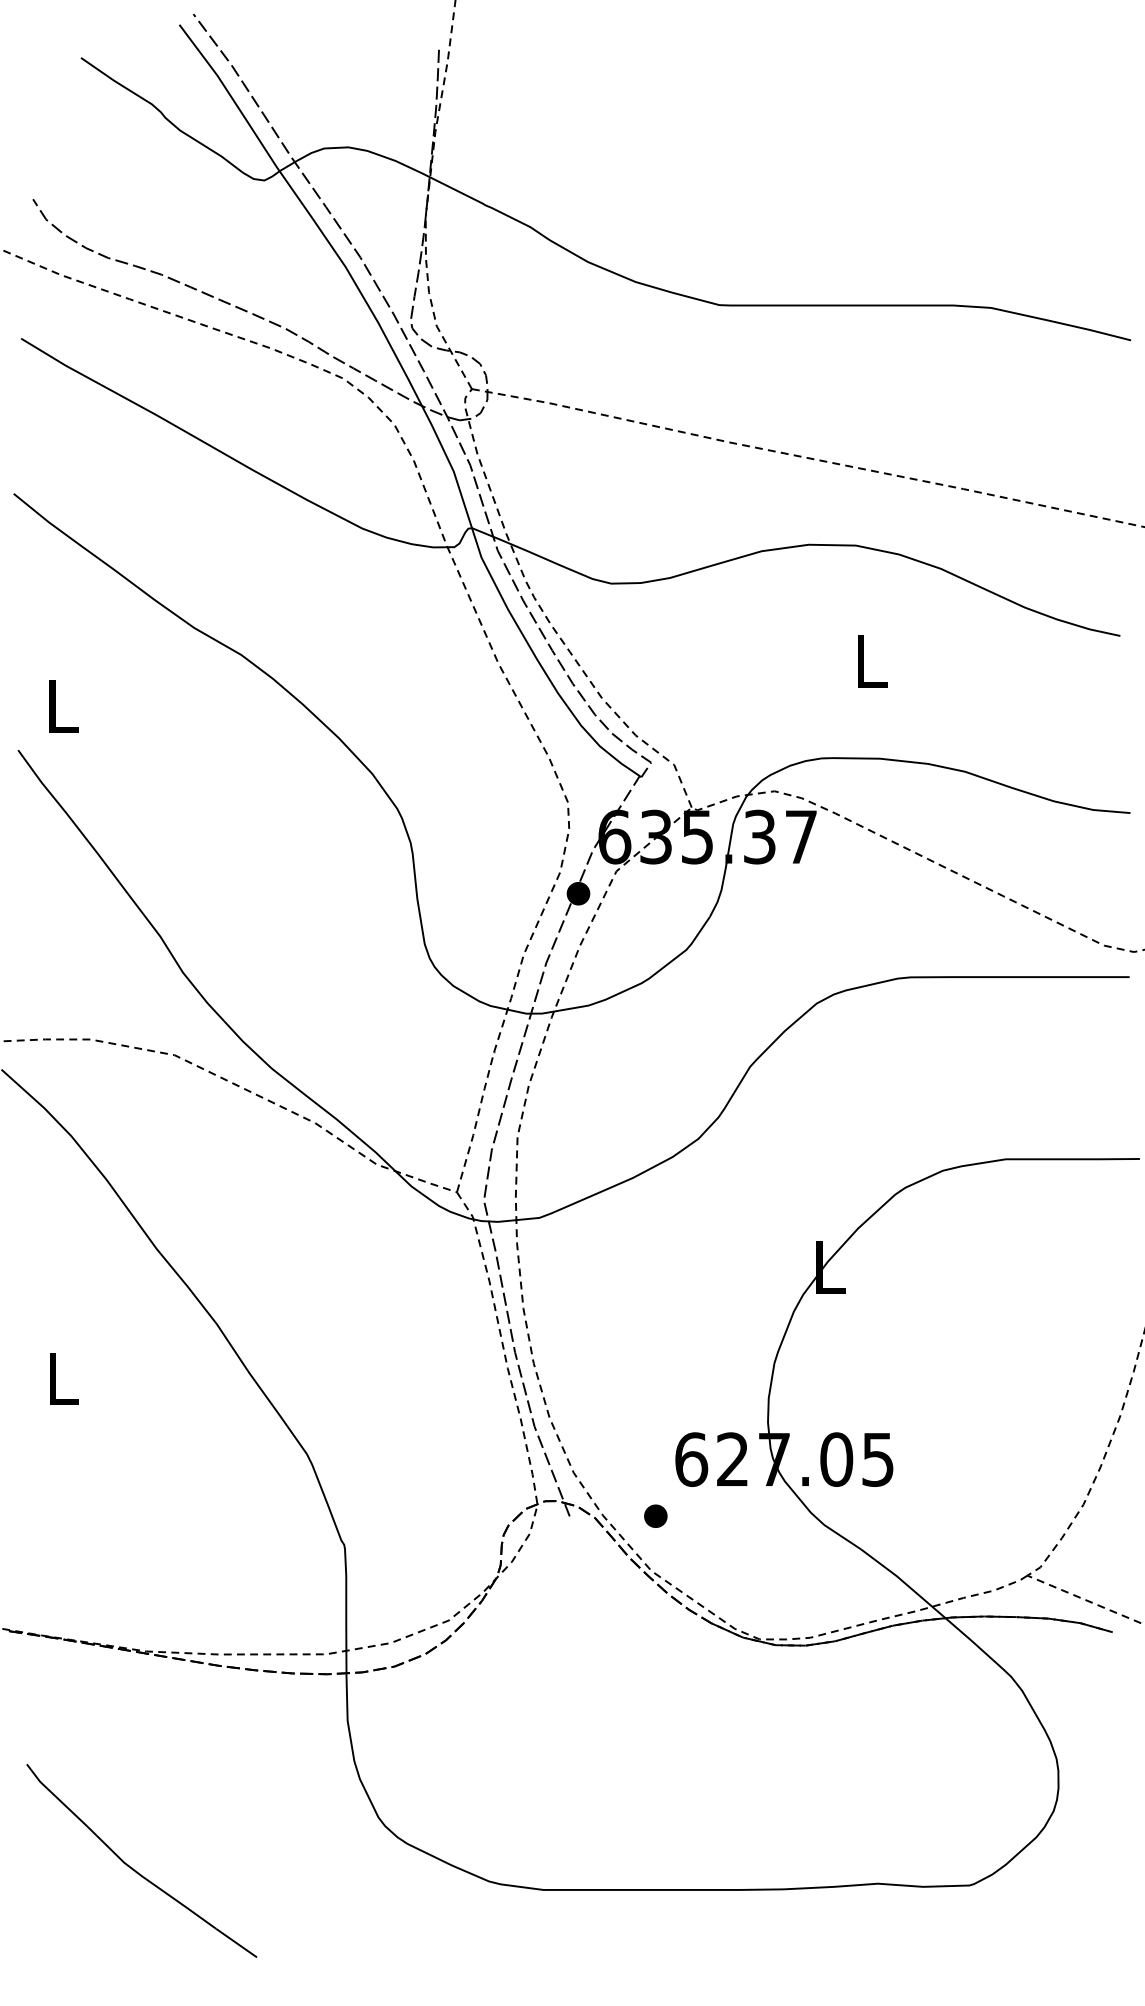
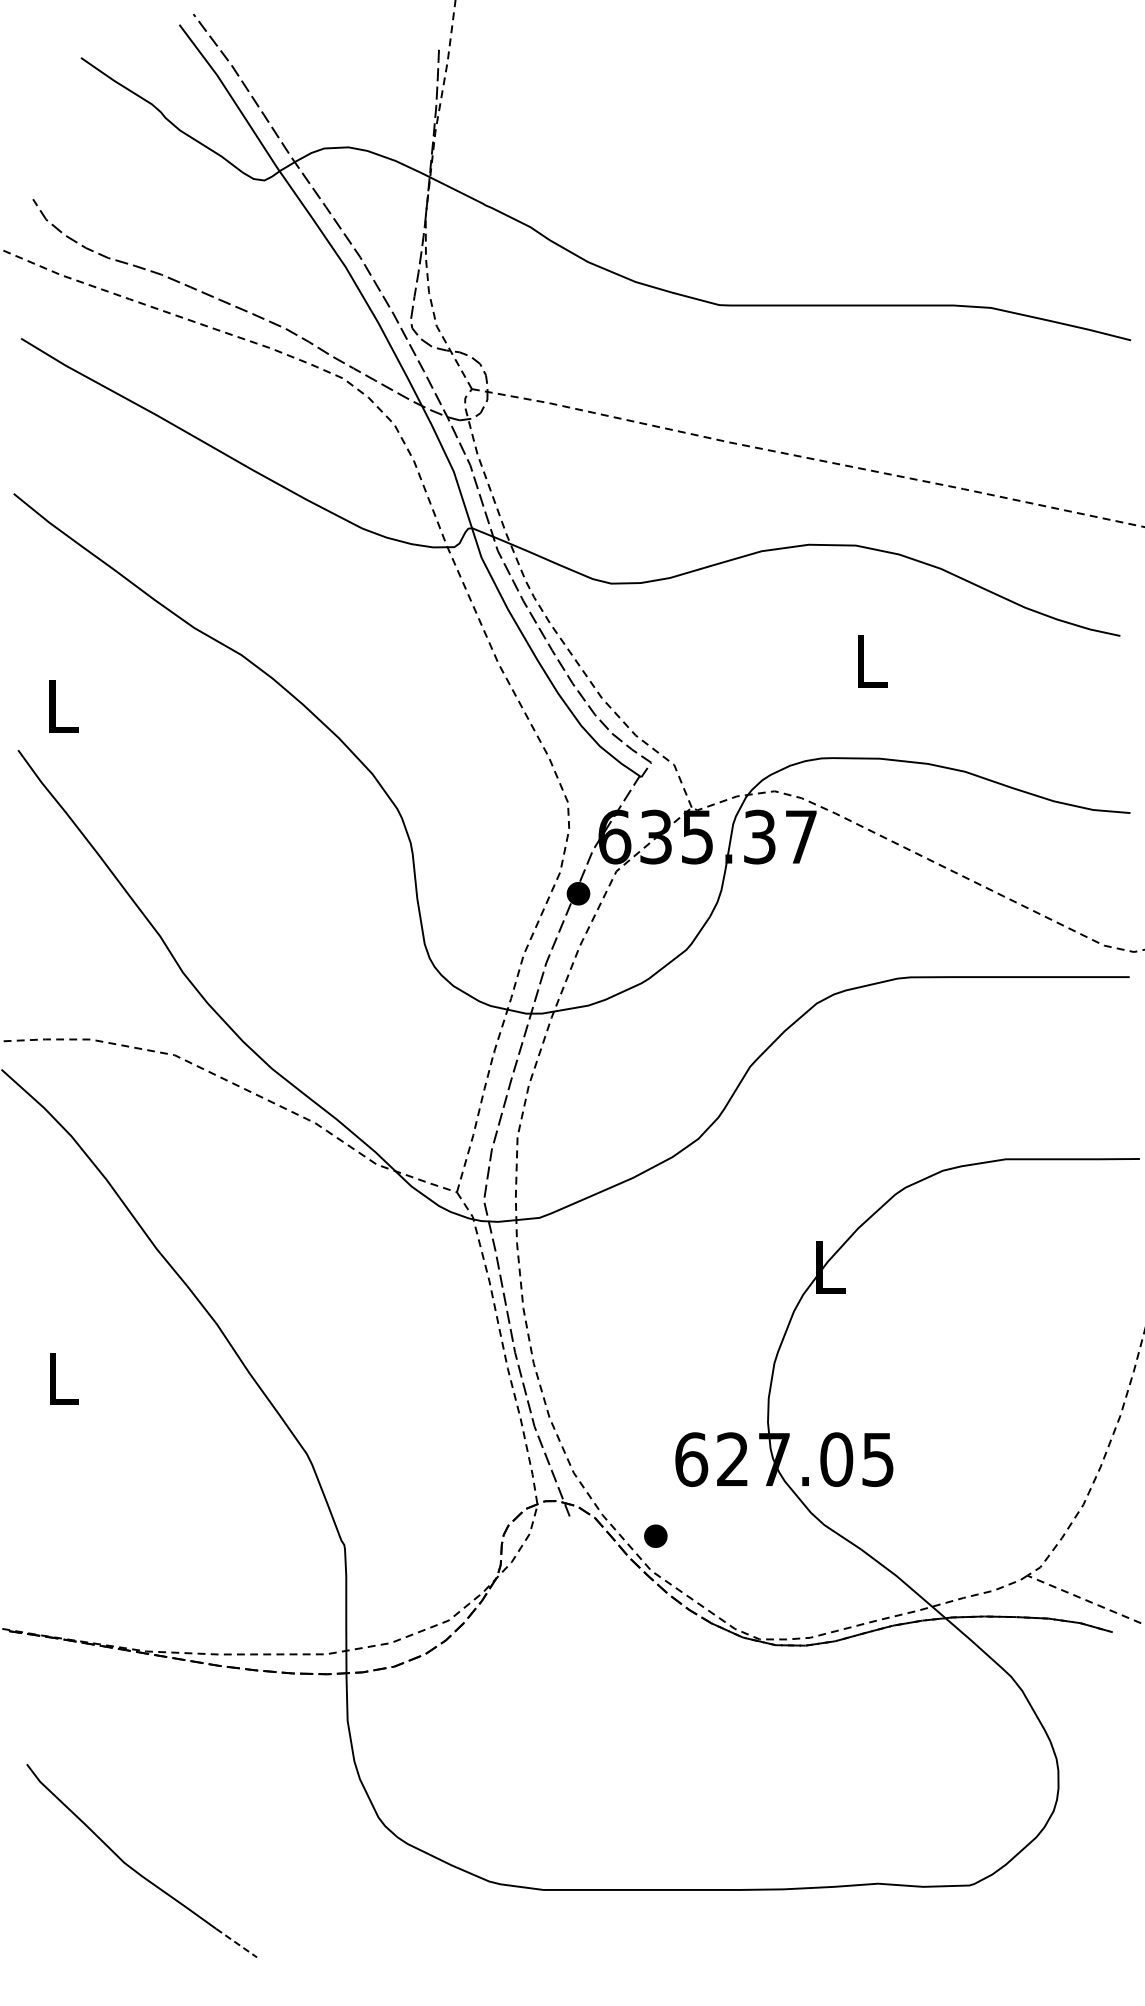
part at (655, 1515) position: (655, 1515) -> (655, 1535)
line at (236, 1943): solid -> dashed
